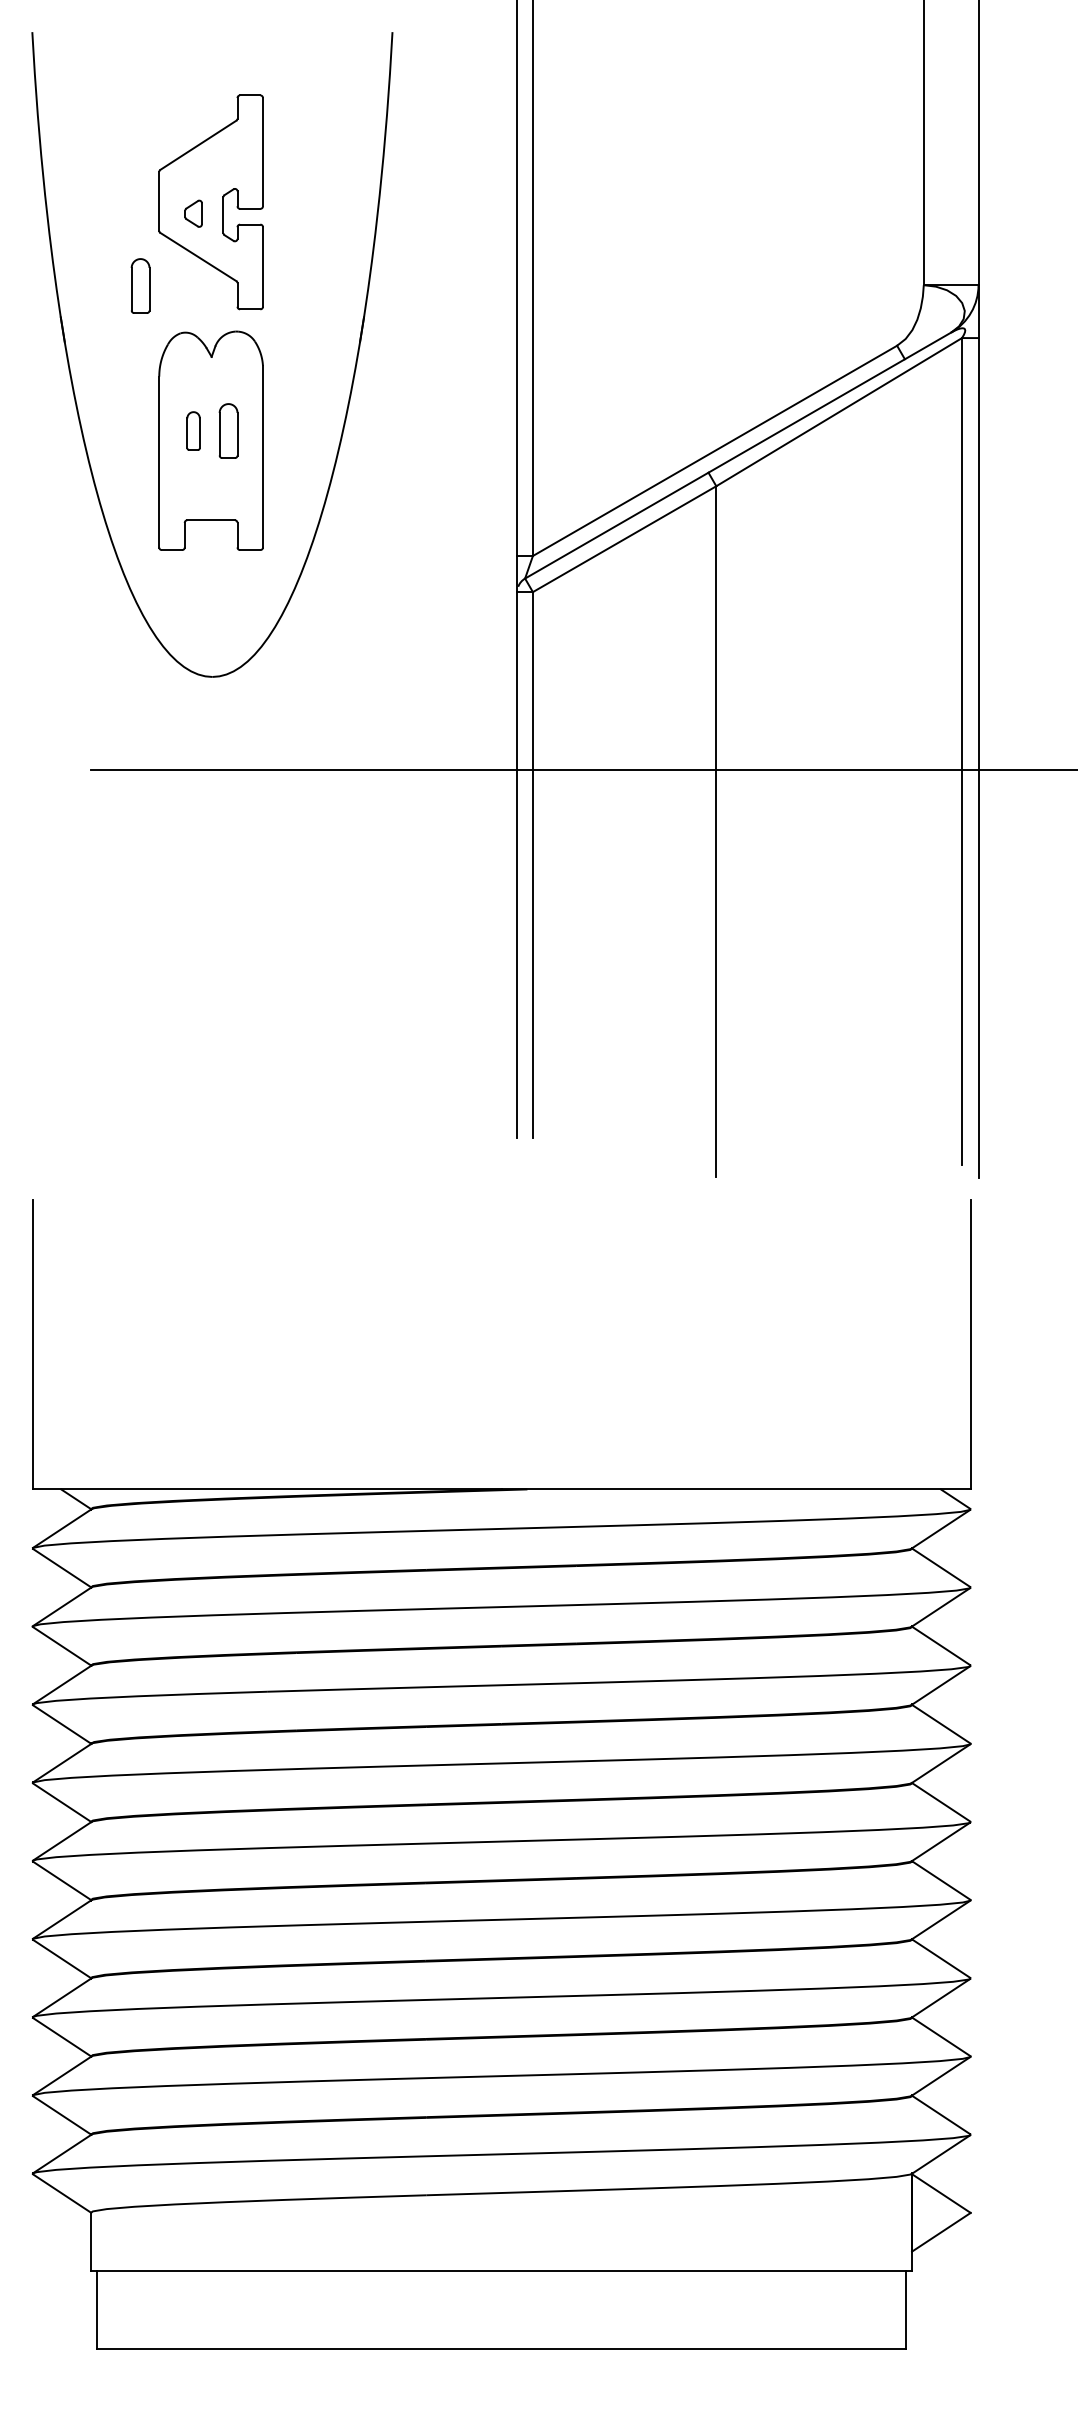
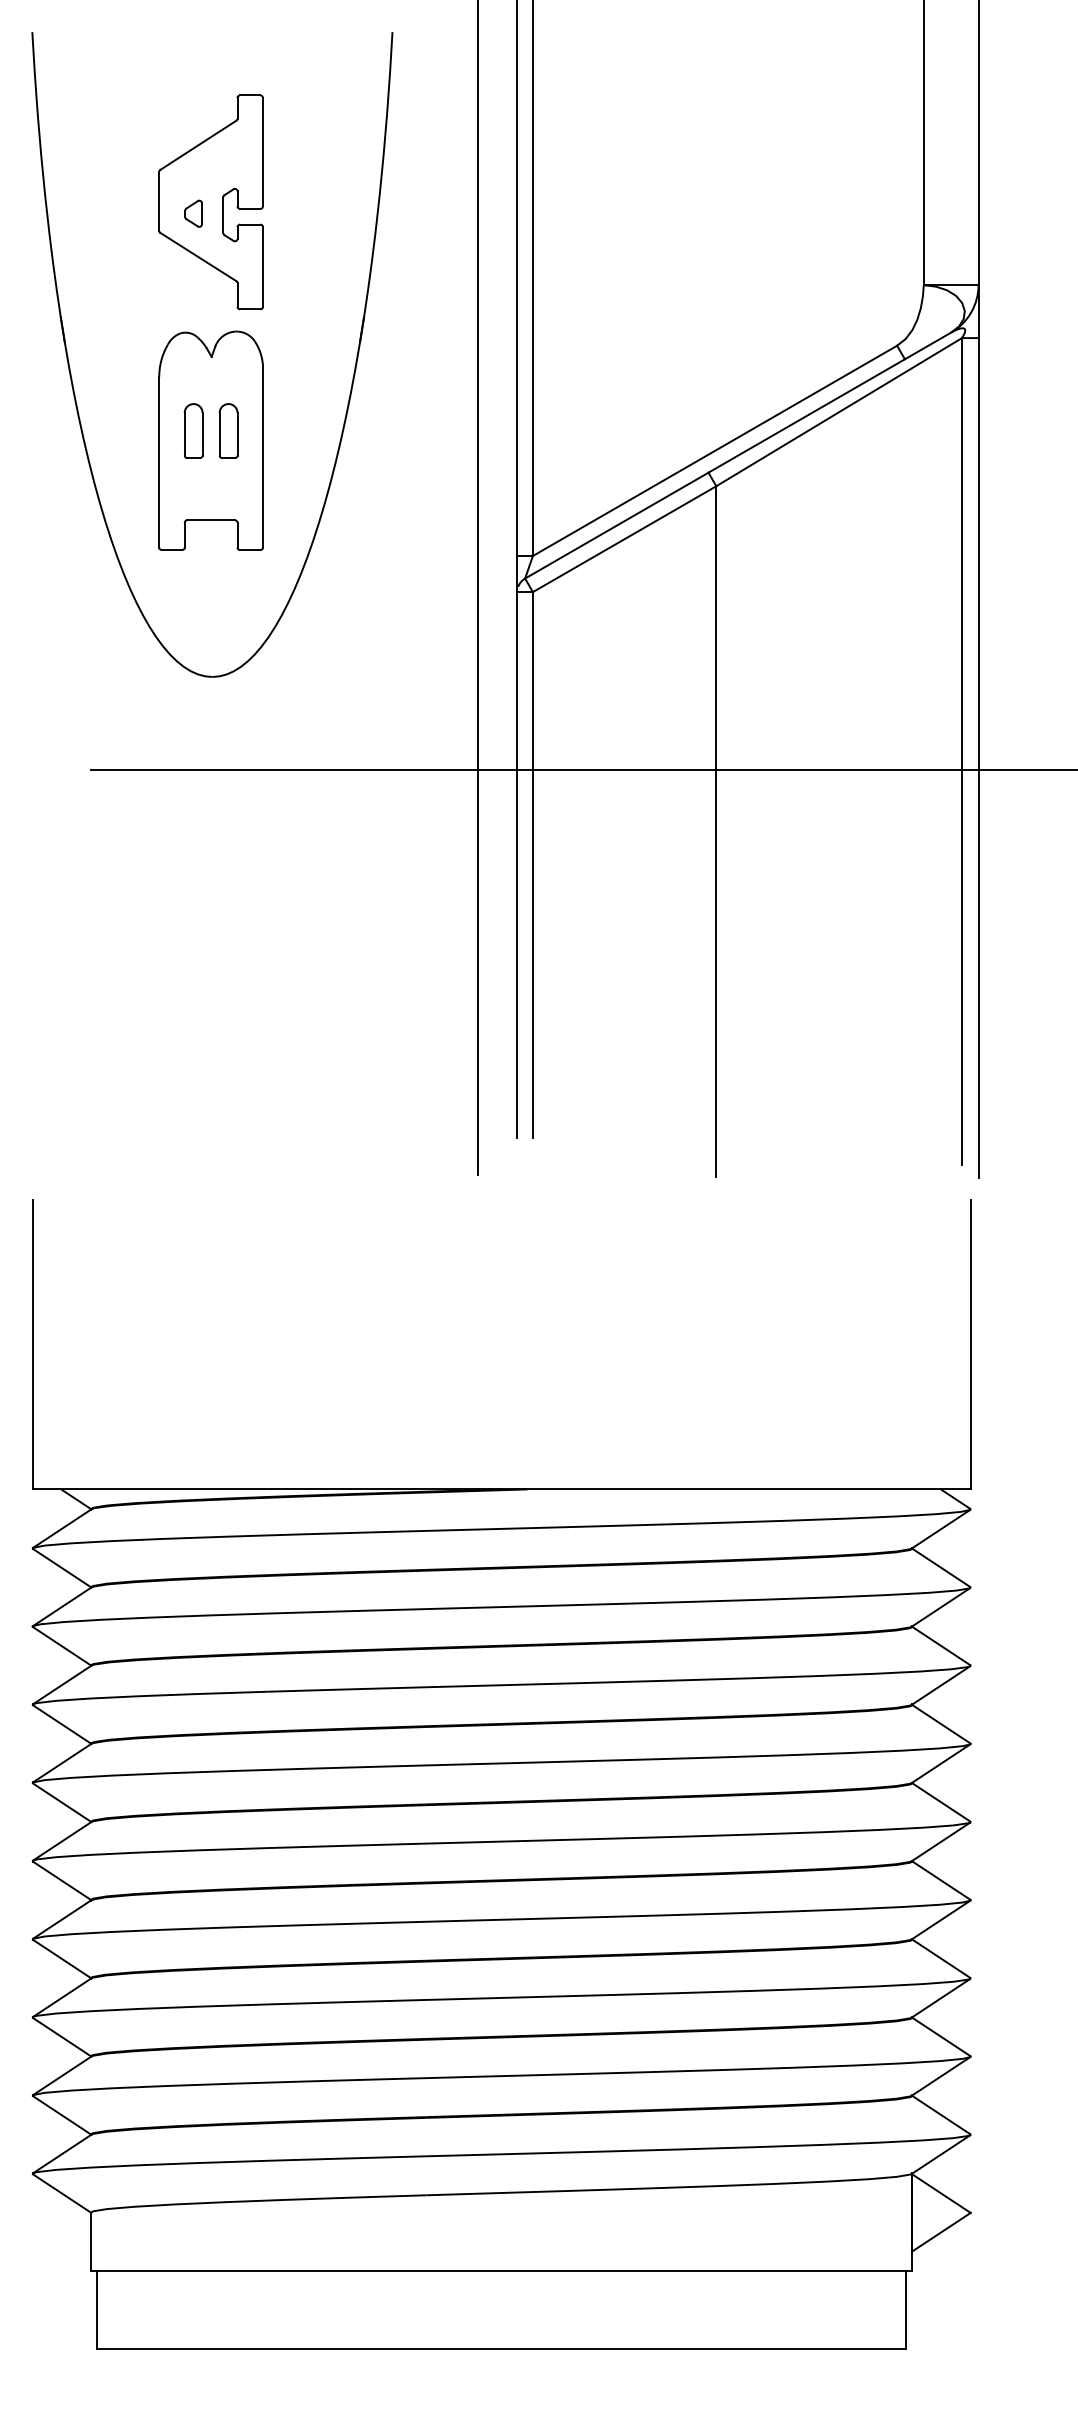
part at (140, 285): present -> none
part at (193, 430) size: 15x40 px -> 21x56 px
line at (478, 588): none -> present
